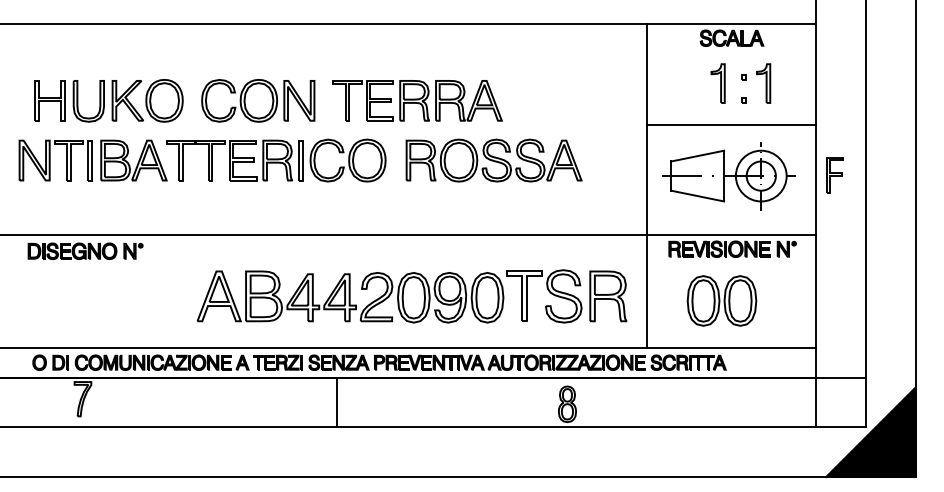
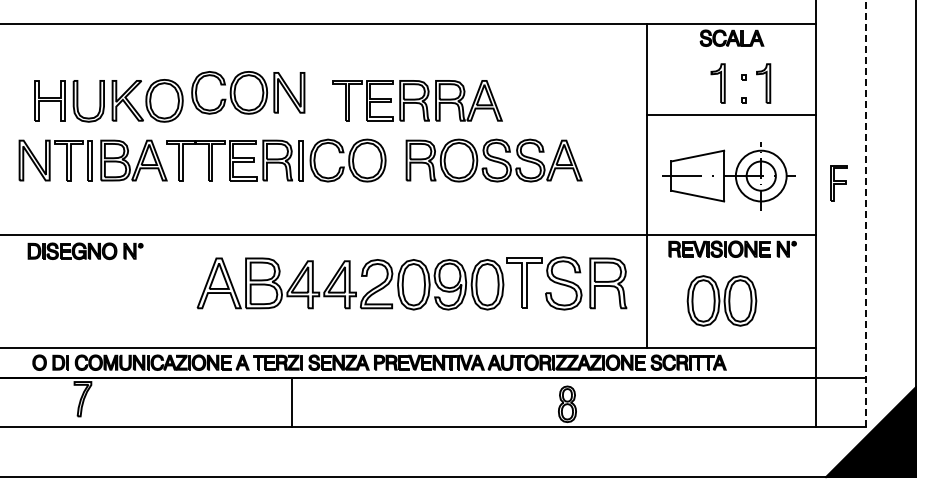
part at (258, 100) position: (258, 100) -> (248, 92)
line at (731, 124) position: (731, 124) -> (731, 114)
part at (834, 175) position: (834, 175) -> (838, 183)
line at (865, 213): solid -> dashed
part at (411, 296) position: (411, 296) -> (411, 283)
line at (336, 402) position: (336, 402) -> (291, 402)
